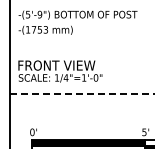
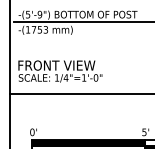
line at (82, 21): none -> present
line at (82, 94): dashed -> solid
